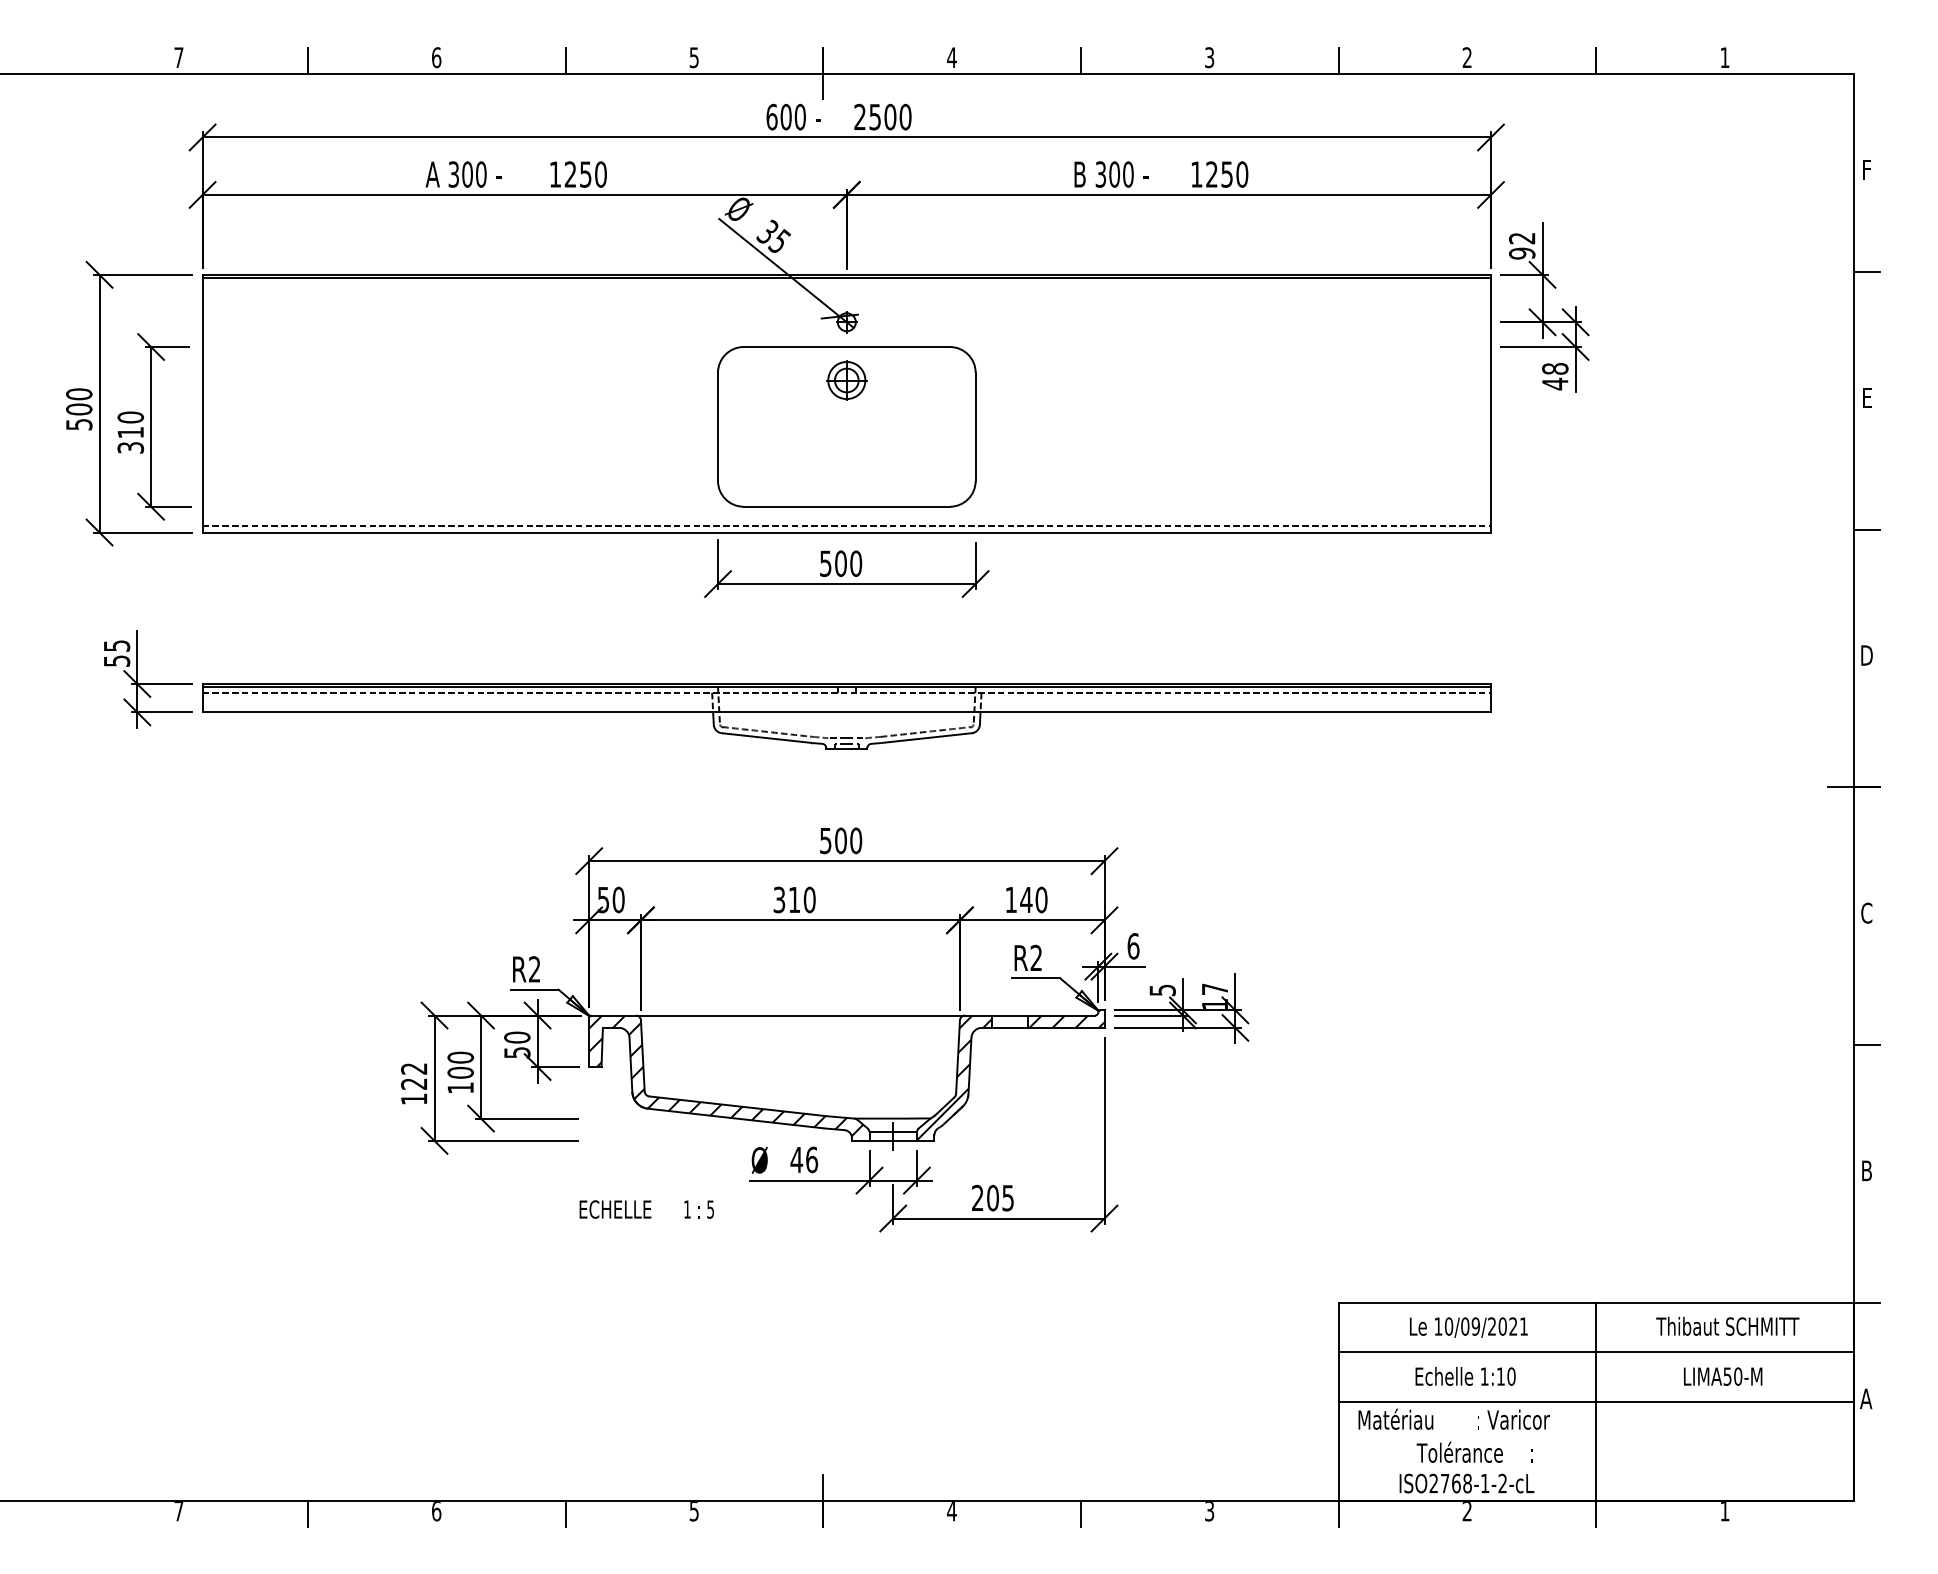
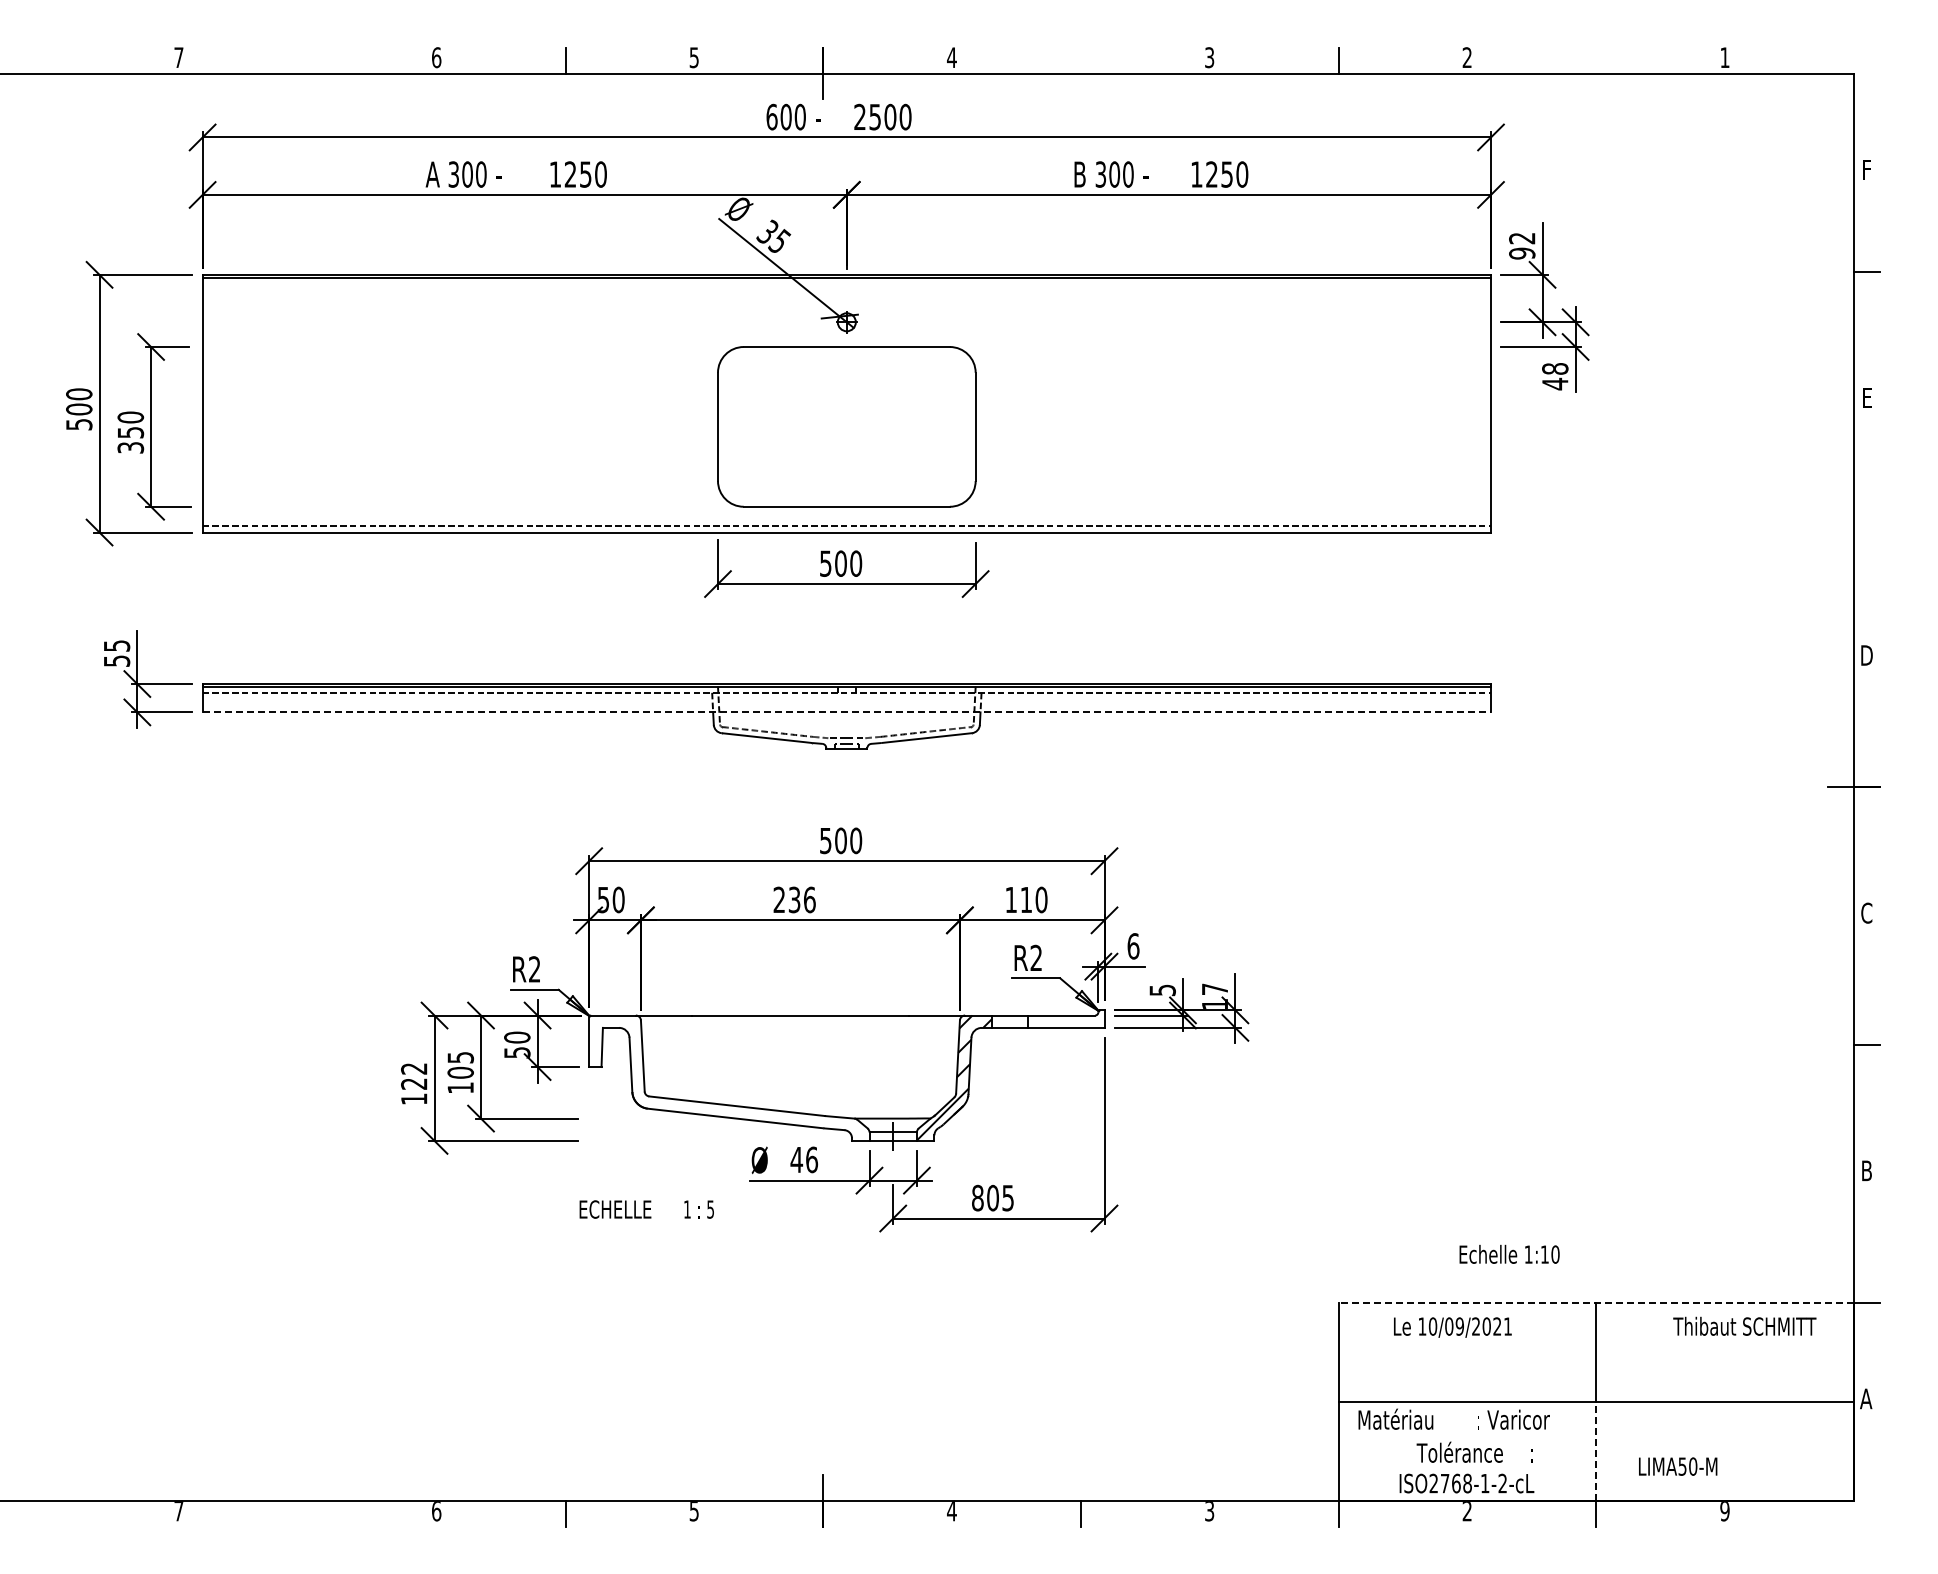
line at (308, 60): present -> none
line at (1081, 60): present -> none
line at (1596, 60): present -> none
part at (846, 380): present -> none
text at (131, 432): 310 -> 350
line at (1866, 529): present -> none
line at (847, 712): solid -> dashed
text at (794, 899): 310 -> 236
text at (1026, 899): 140 -> 110
hatch at (1066, 1021): present -> none
text at (460, 1057): 100 -> 105
hatch at (726, 1075): present -> none
text at (977, 1197): 205 -> 805
line at (1596, 1302): solid -> dashed
text at (1727, 1325) position: (1727, 1325) -> (1744, 1325)
text at (1468, 1327) position: (1468, 1327) -> (1452, 1327)
line at (1596, 1352): present -> none
text at (1465, 1375) position: (1465, 1375) -> (1509, 1253)
text at (1723, 1376) position: (1723, 1376) -> (1678, 1466)
line at (1596, 1451): solid -> dashed
text at (1724, 1511): 1 -> 9
line at (308, 1513): present -> none
